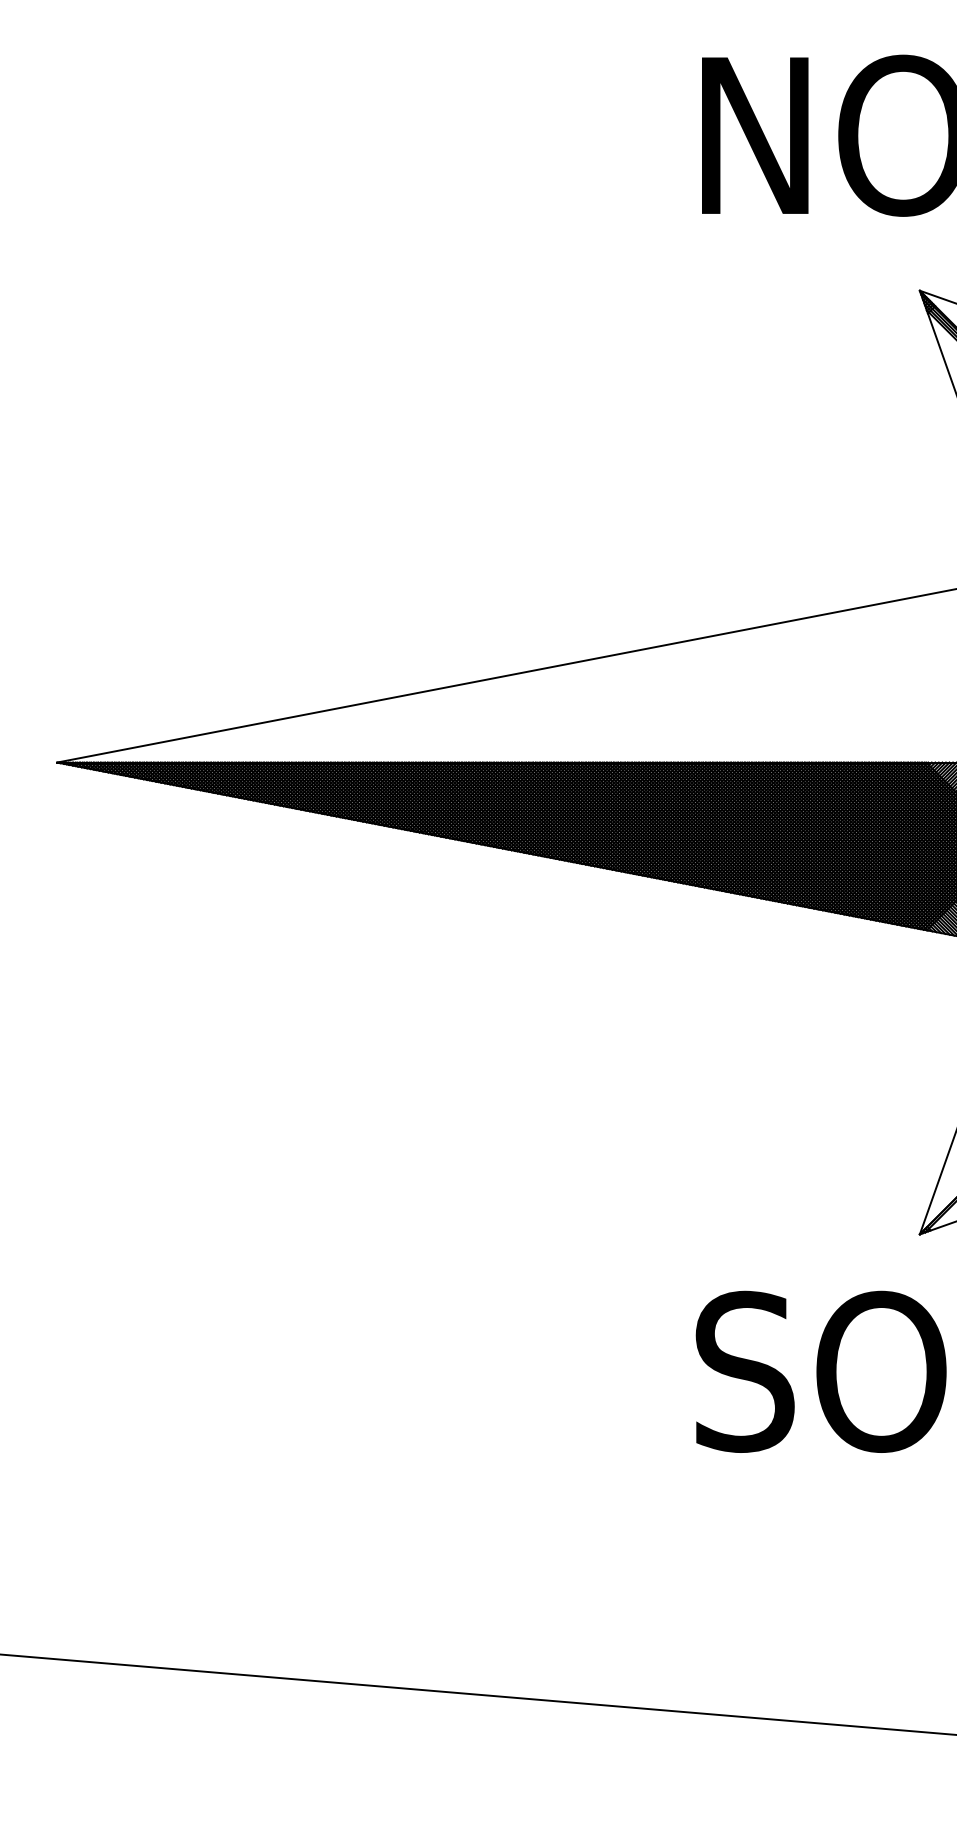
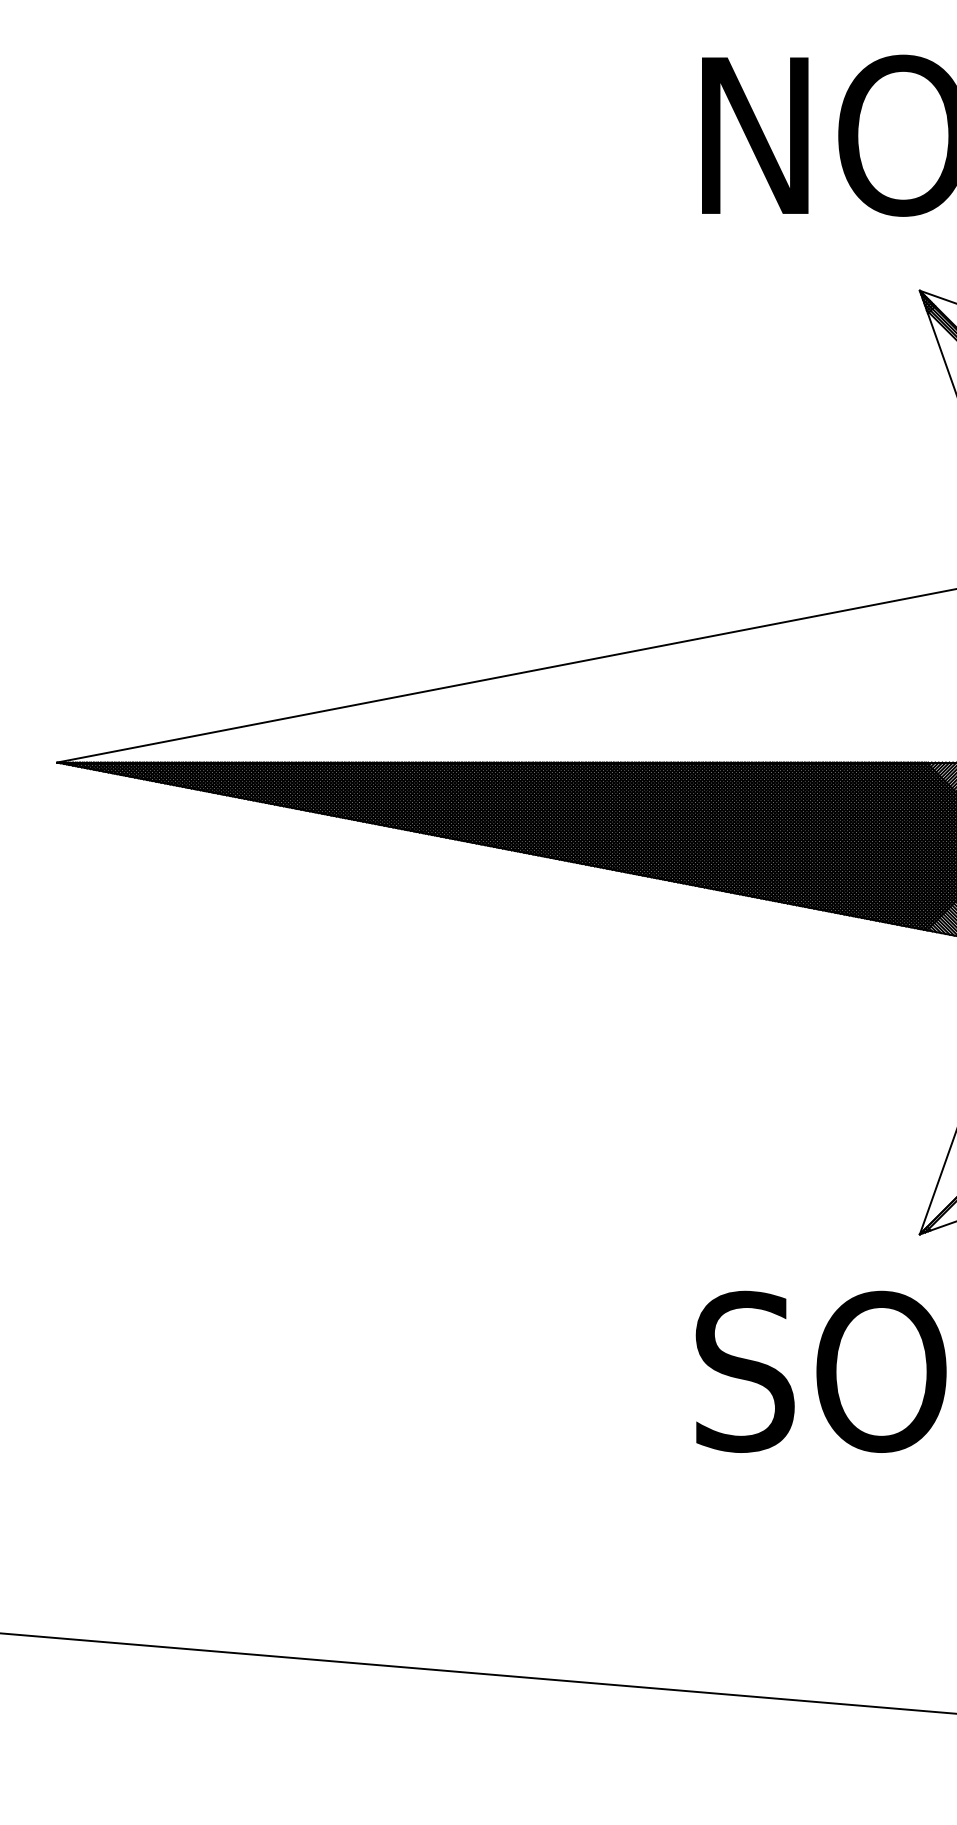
line at (477, 1694) position: (477, 1694) -> (477, 1673)
